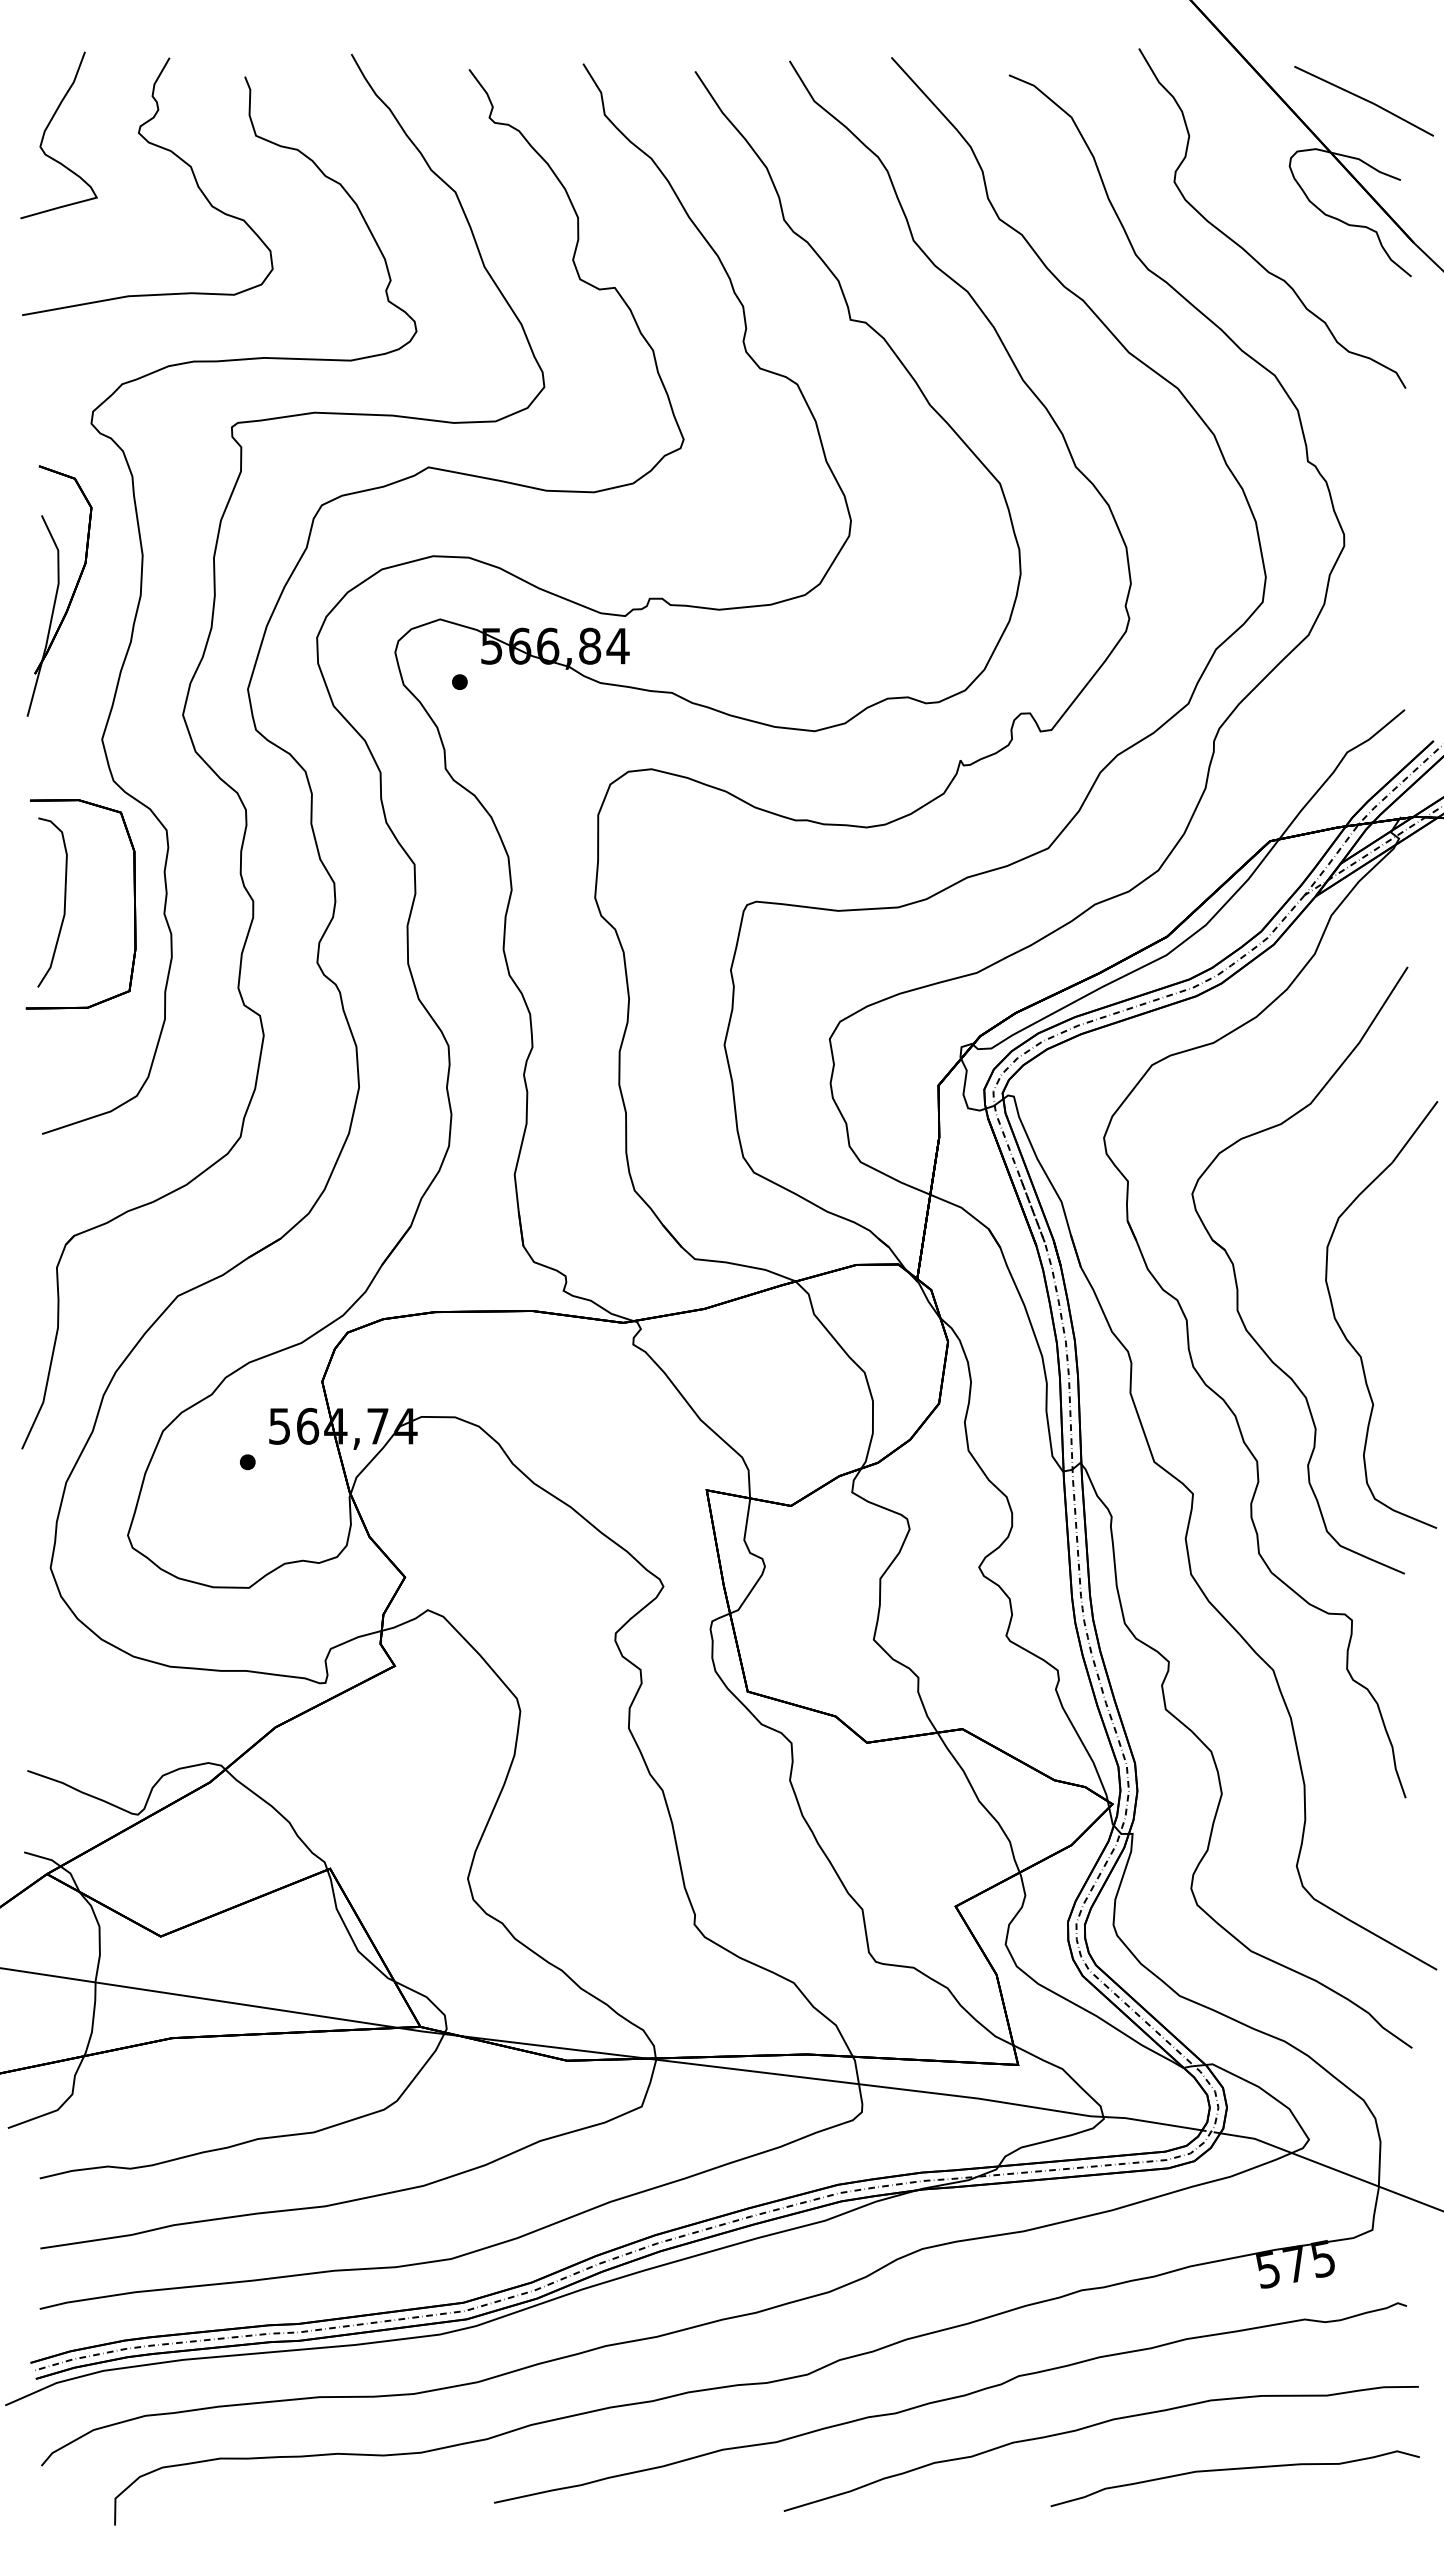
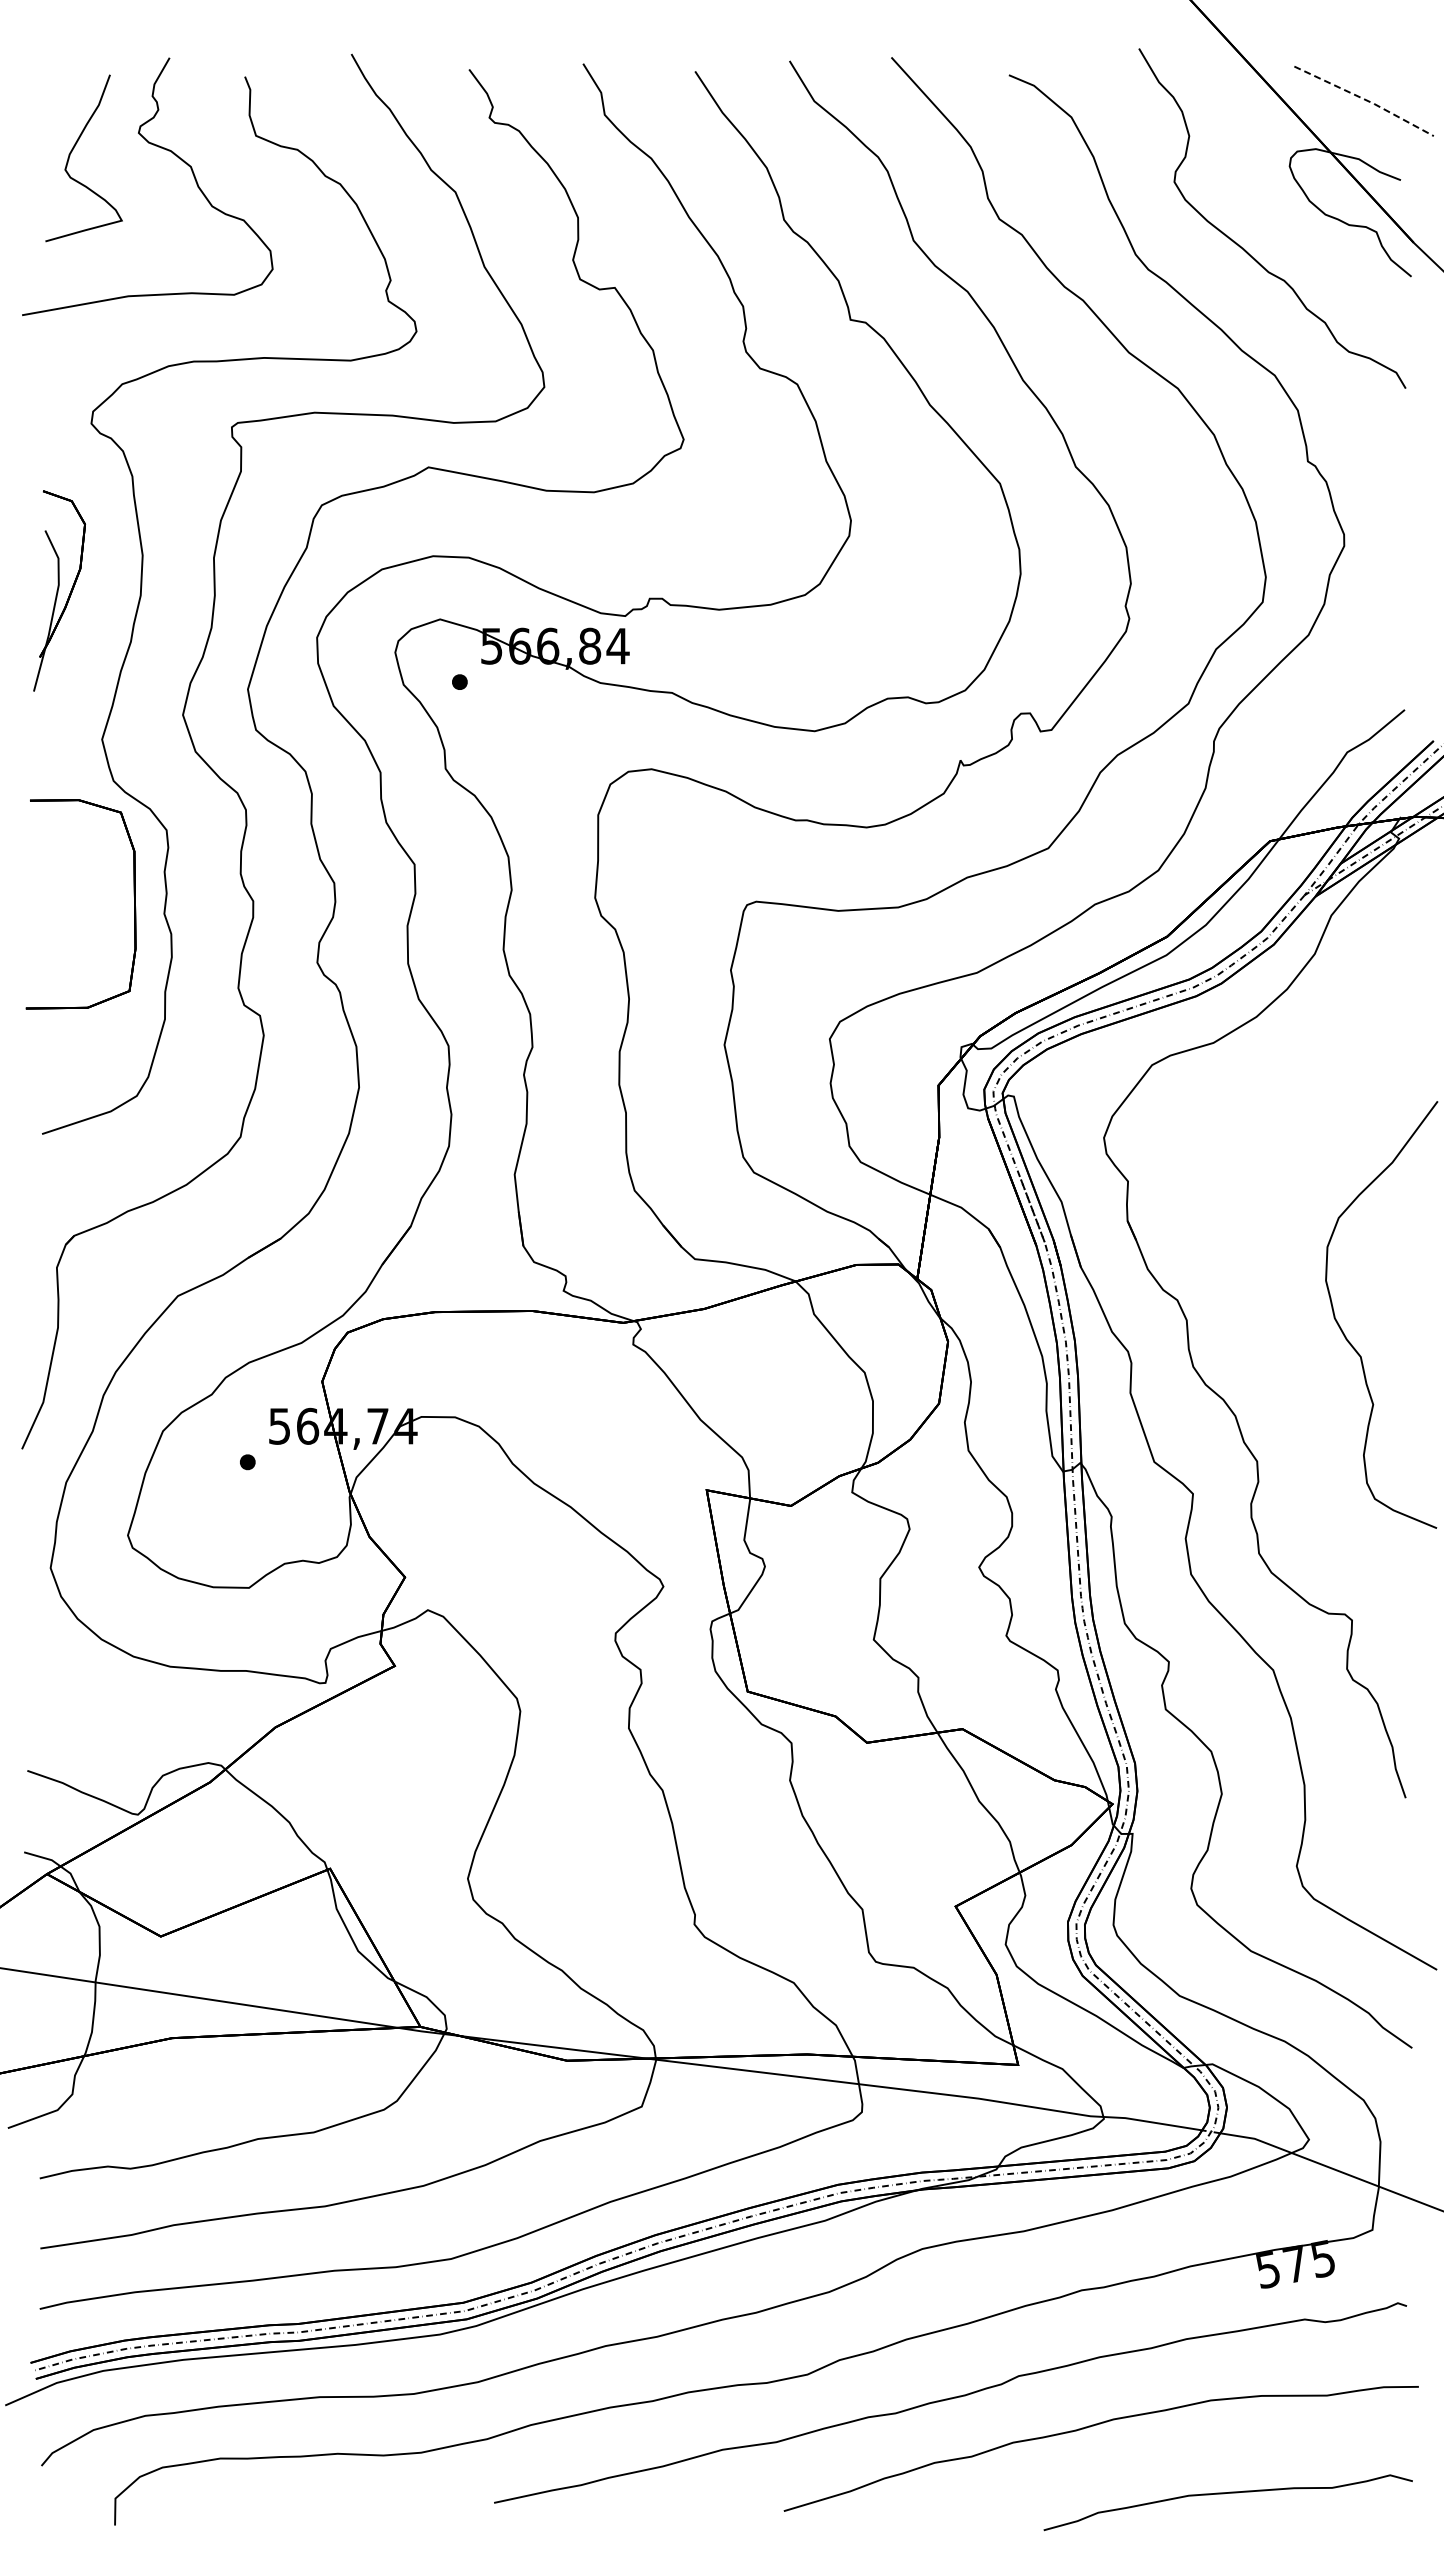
line at (1365, 99): solid -> dashed
curve at (46, 130) position: (46, 130) -> (71, 153)
part at (59, 590) size: 67x252 px -> 53x202 px
curve at (64, 902): present -> none
part at (1237, 1282): present -> none
curve at (1231, 2470) position: (1231, 2470) -> (1224, 2494)
